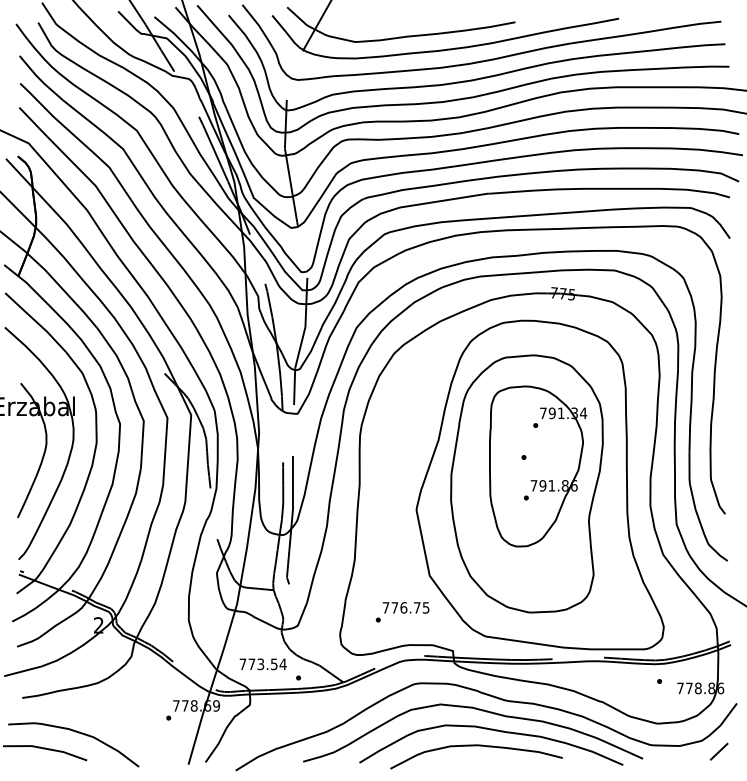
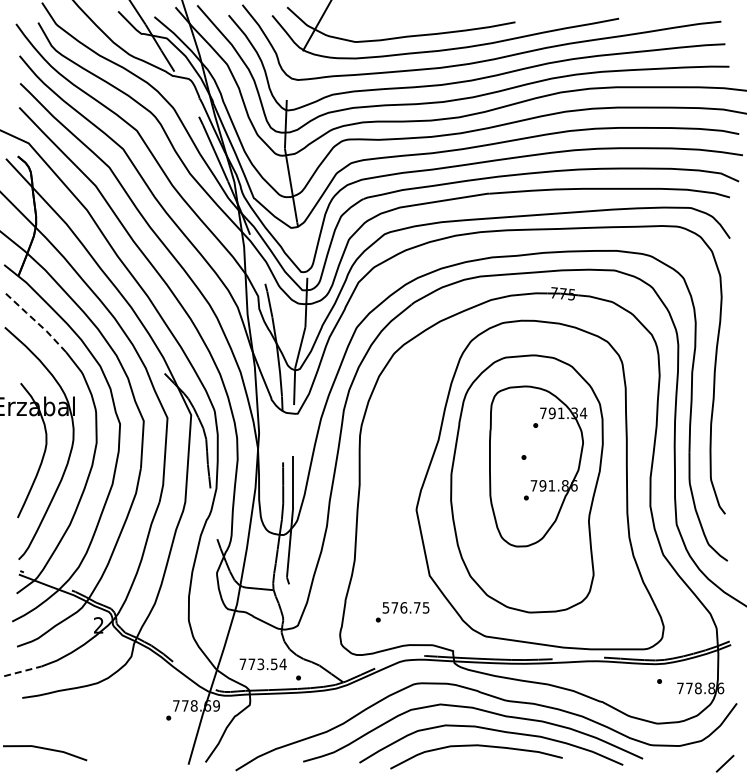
line at (35, 321): solid -> dashed
text at (385, 607): 776.75 -> 576.75
line at (22, 671): solid -> dashed
curve at (78, 733): present -> none
line at (718, 751) position: (718, 751) -> (724, 763)
